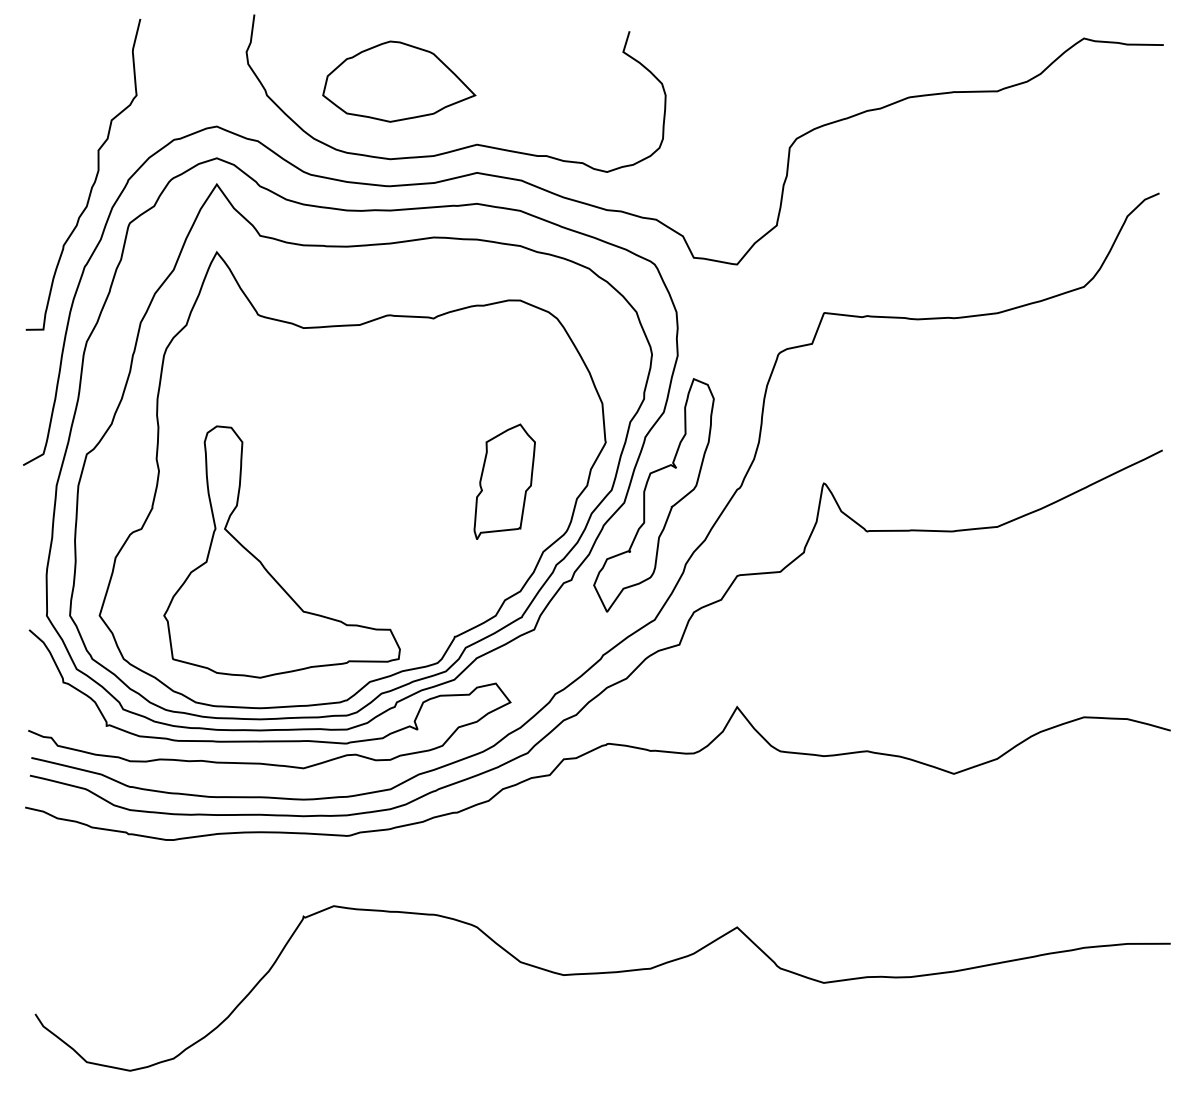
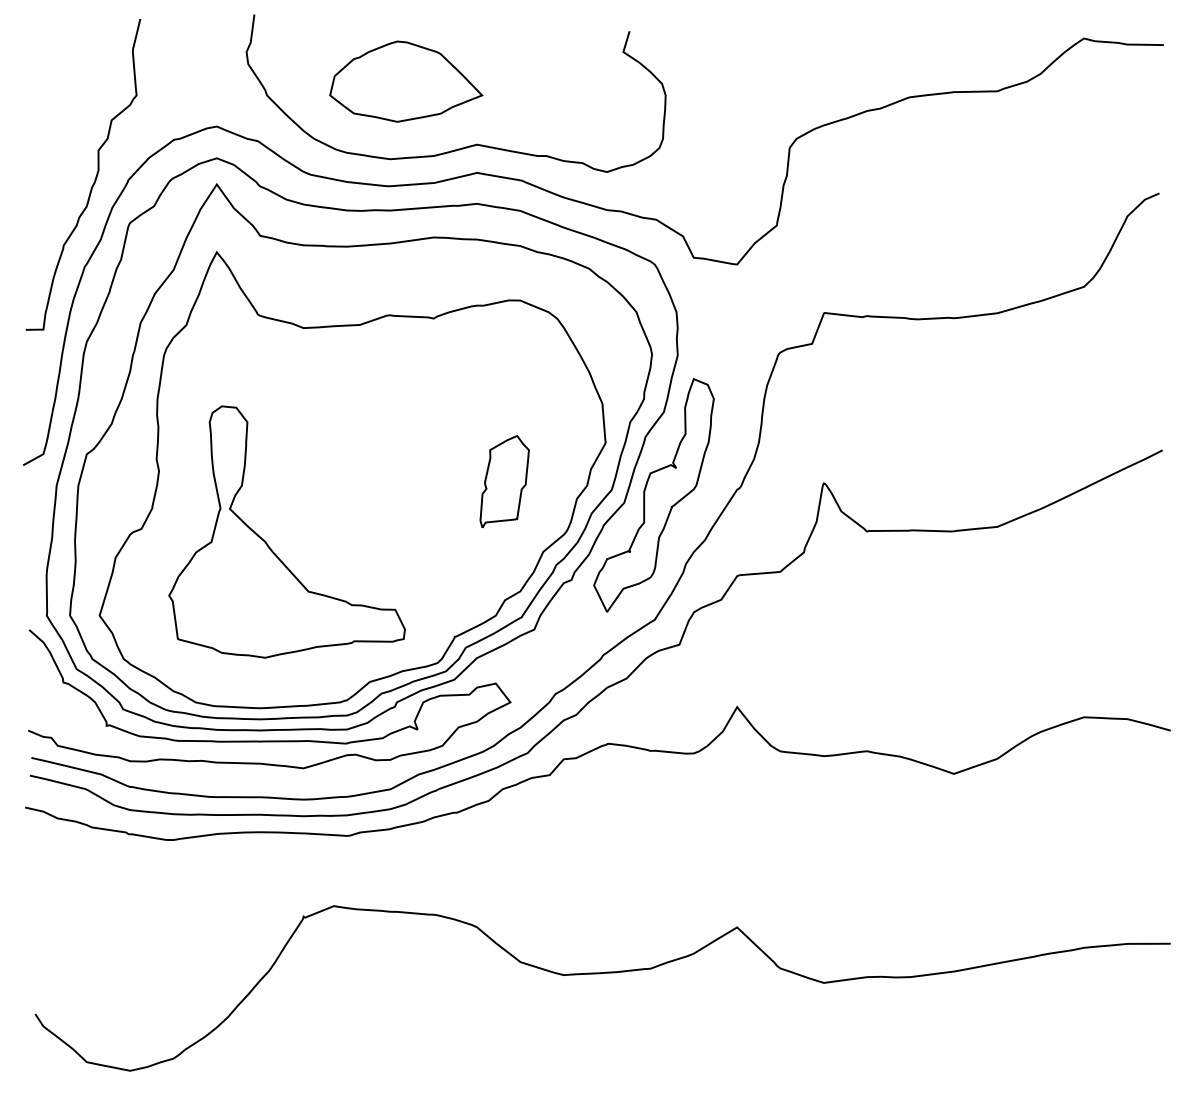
part at (399, 81) position: (399, 81) -> (406, 81)
part at (504, 481) size: 63x117 px -> 51x94 px
part at (263, 564) position: (263, 564) -> (268, 544)
